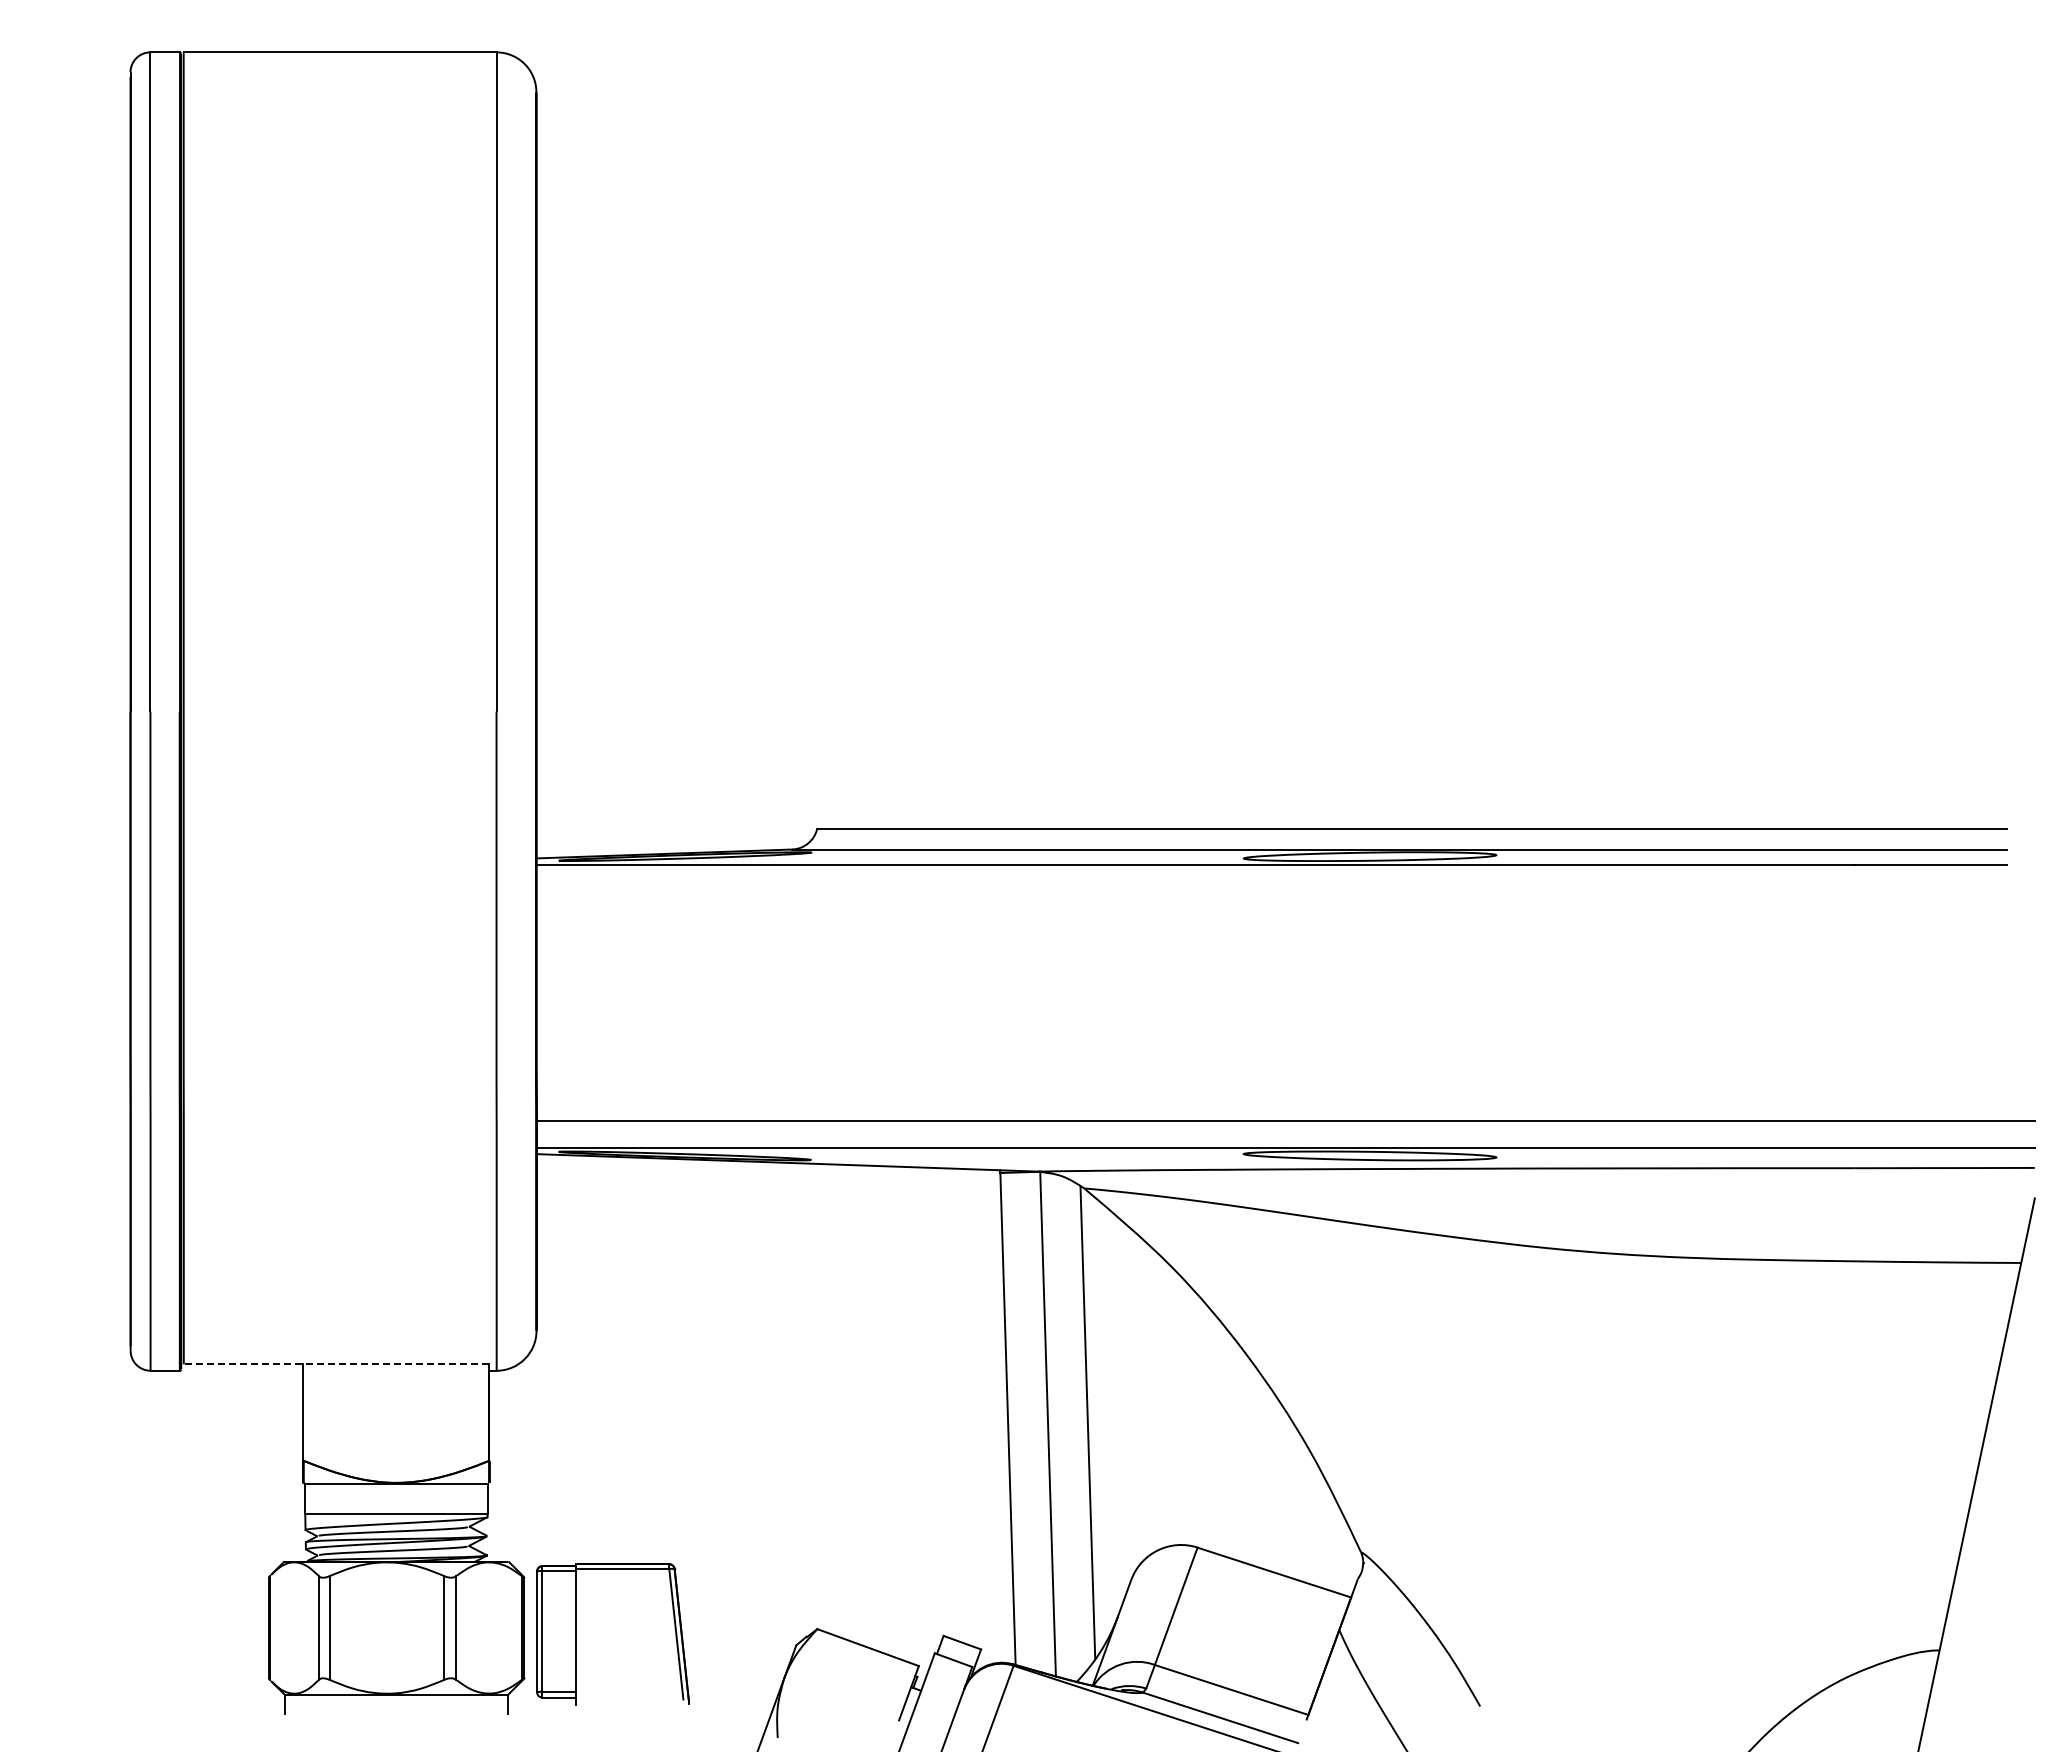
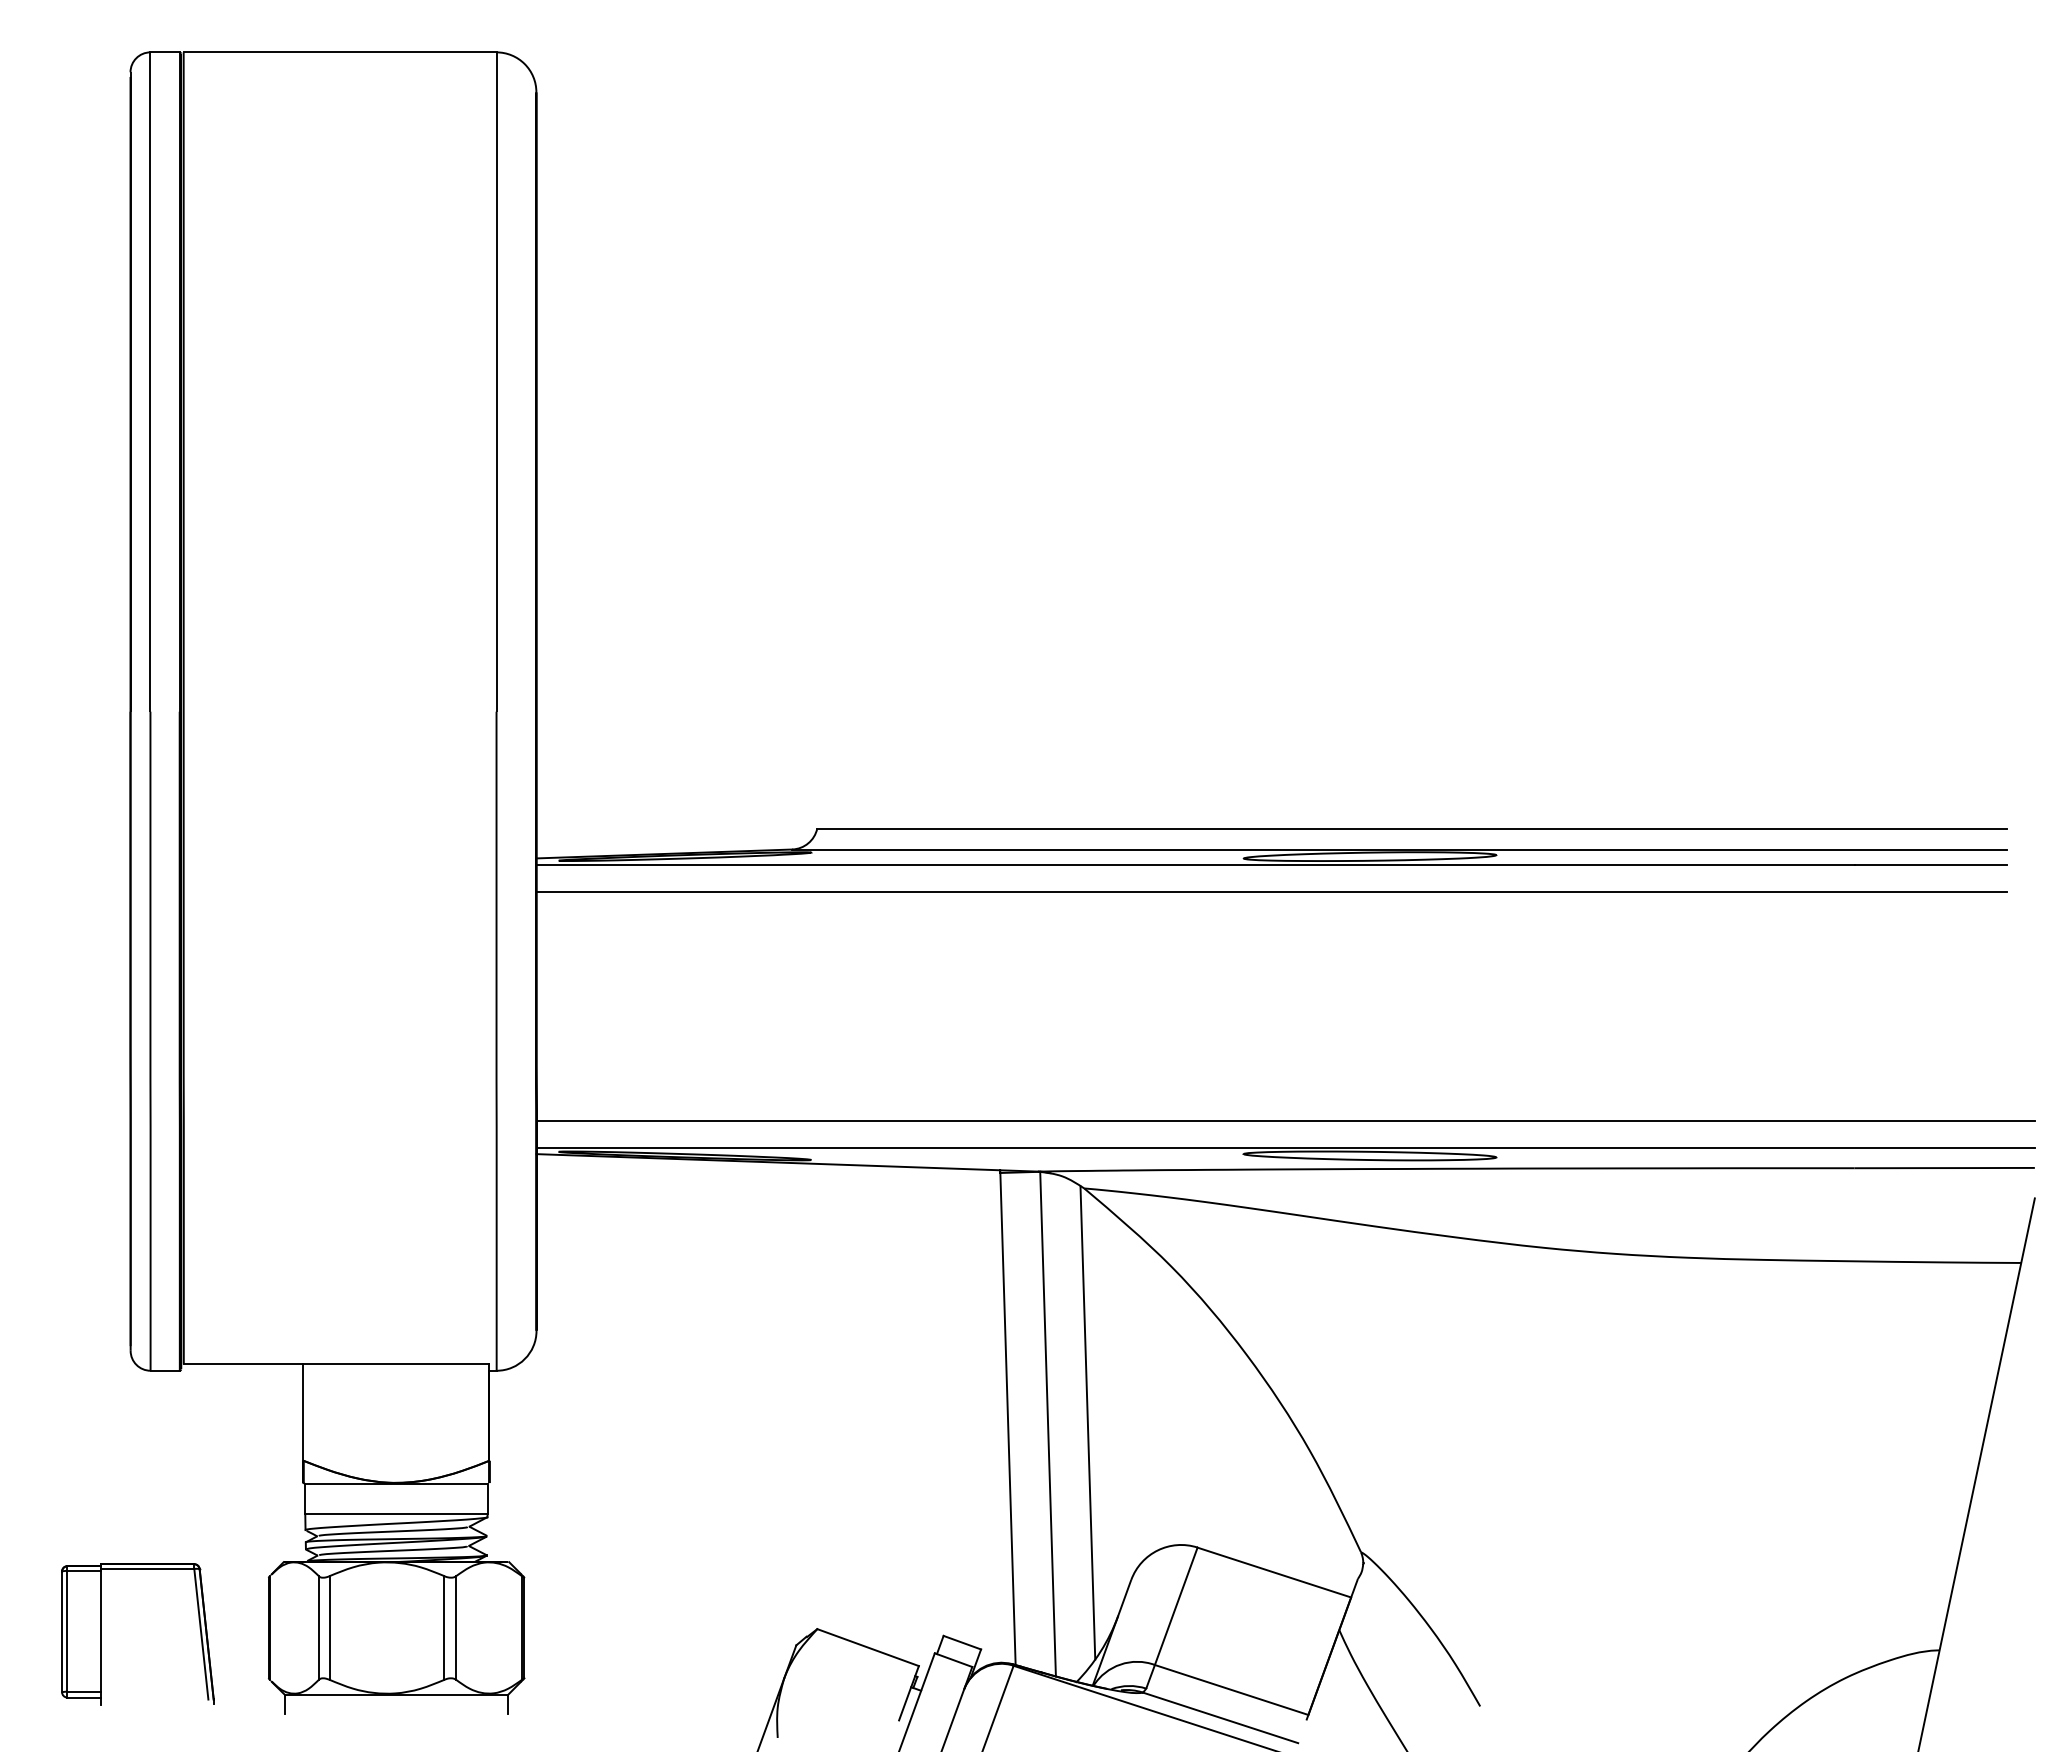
line at (1271, 891): none -> present
line at (336, 1364): dashed -> solid
part at (576, 1634) position: (576, 1634) -> (101, 1634)
